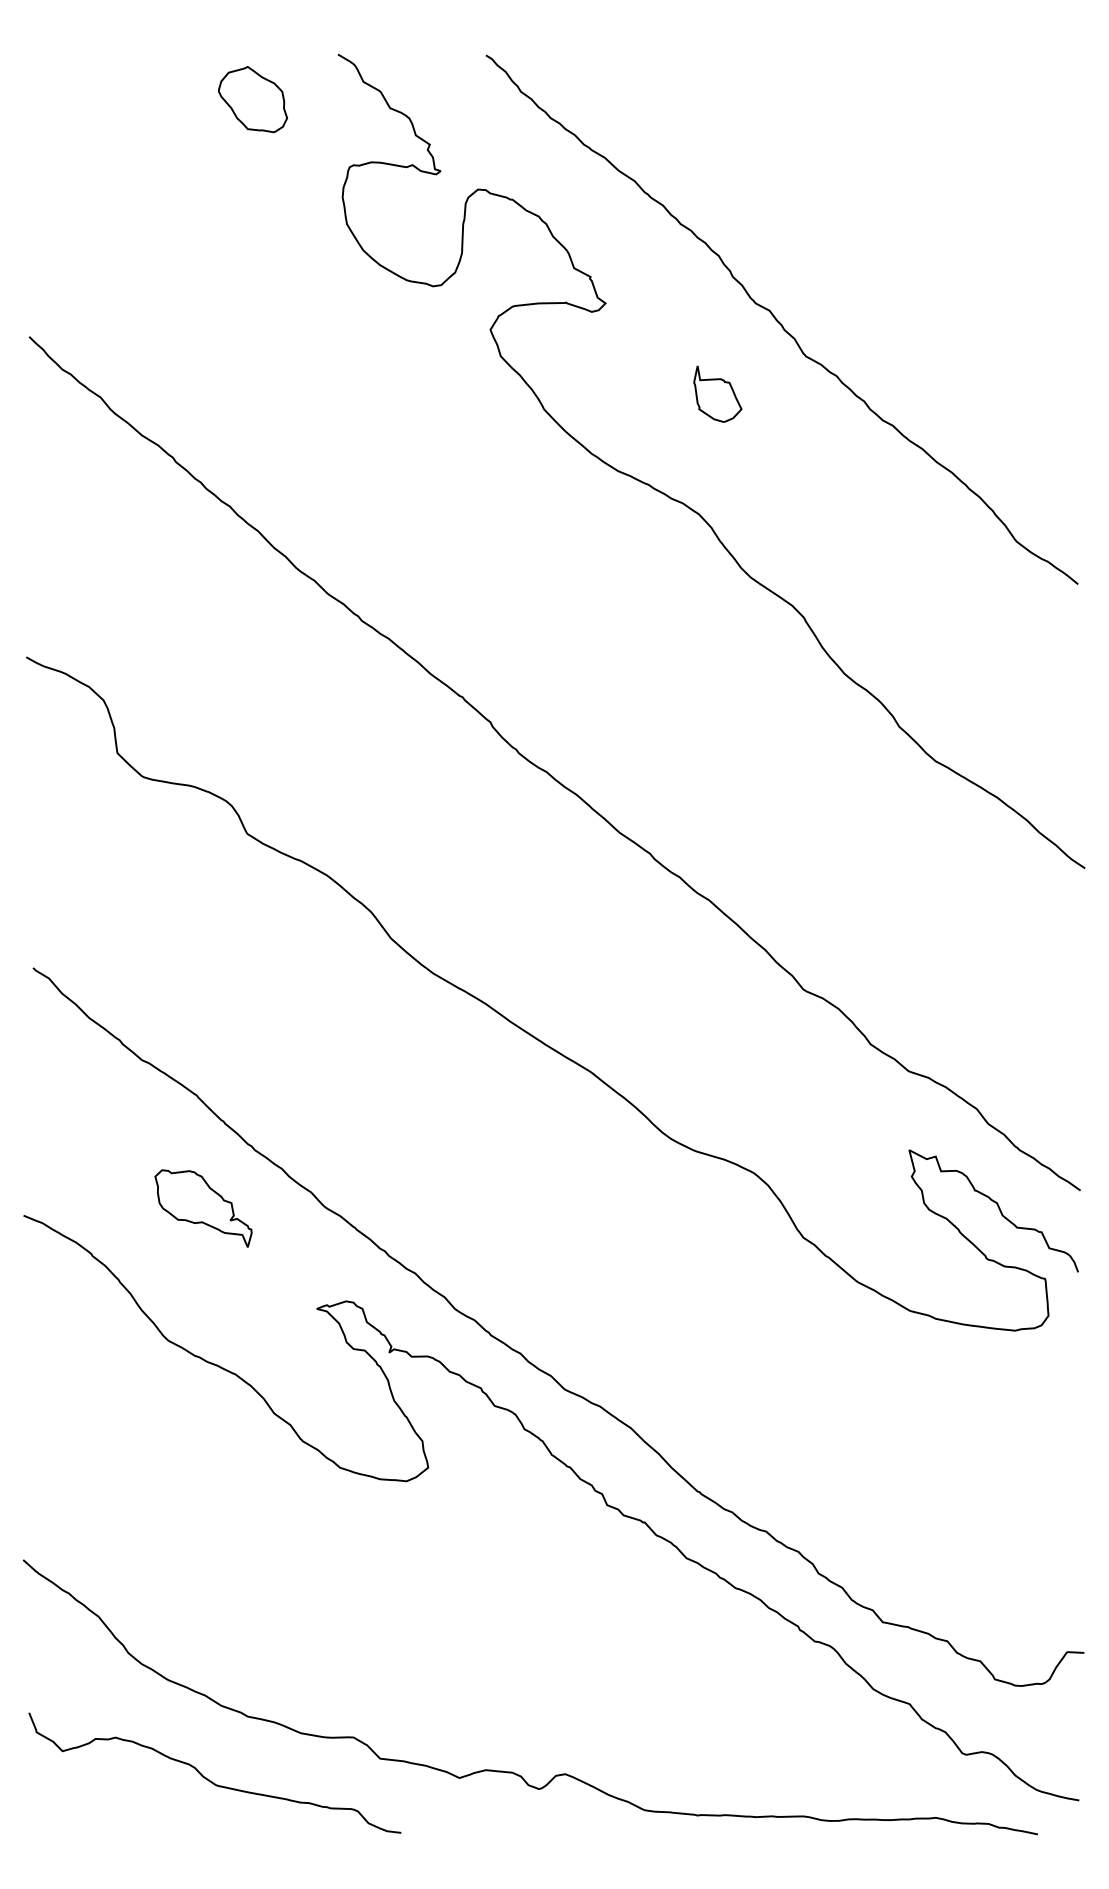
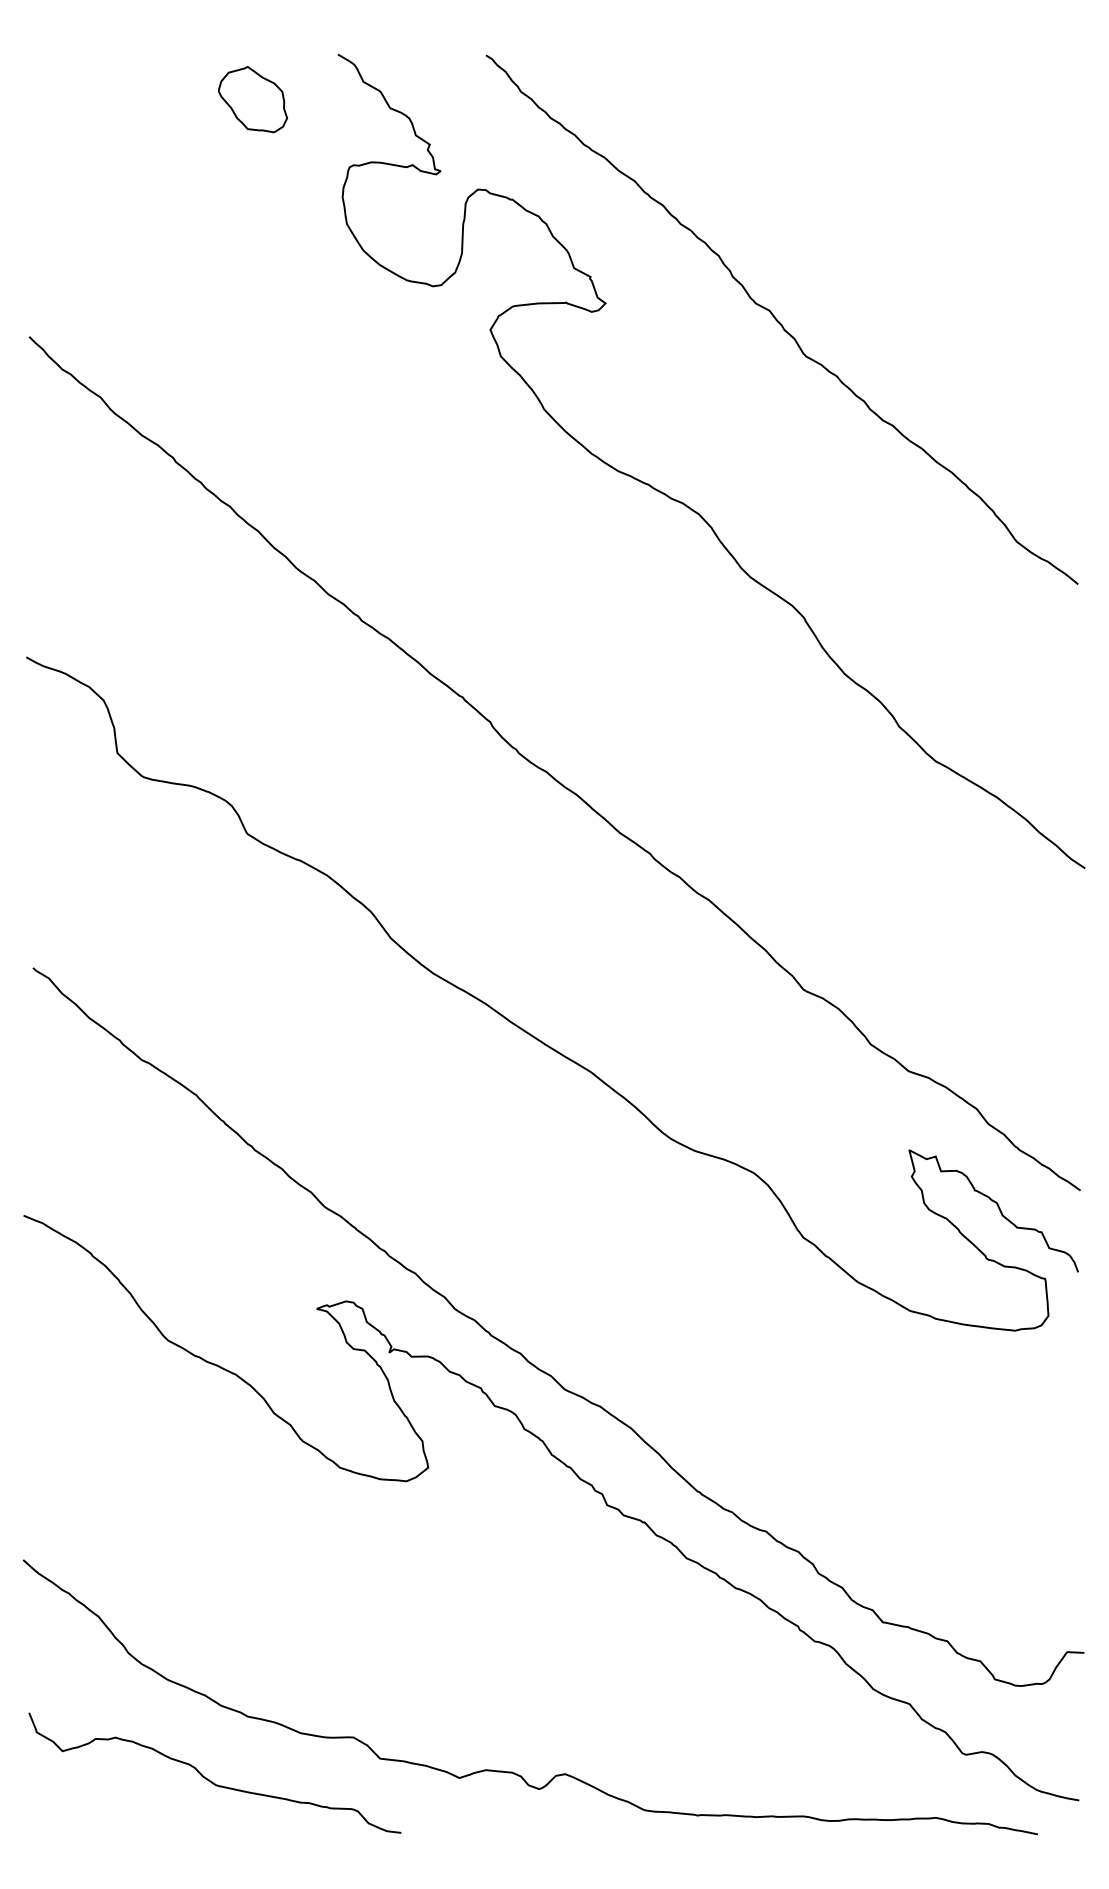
part at (717, 393): present -> none
part at (203, 1208): present -> none
